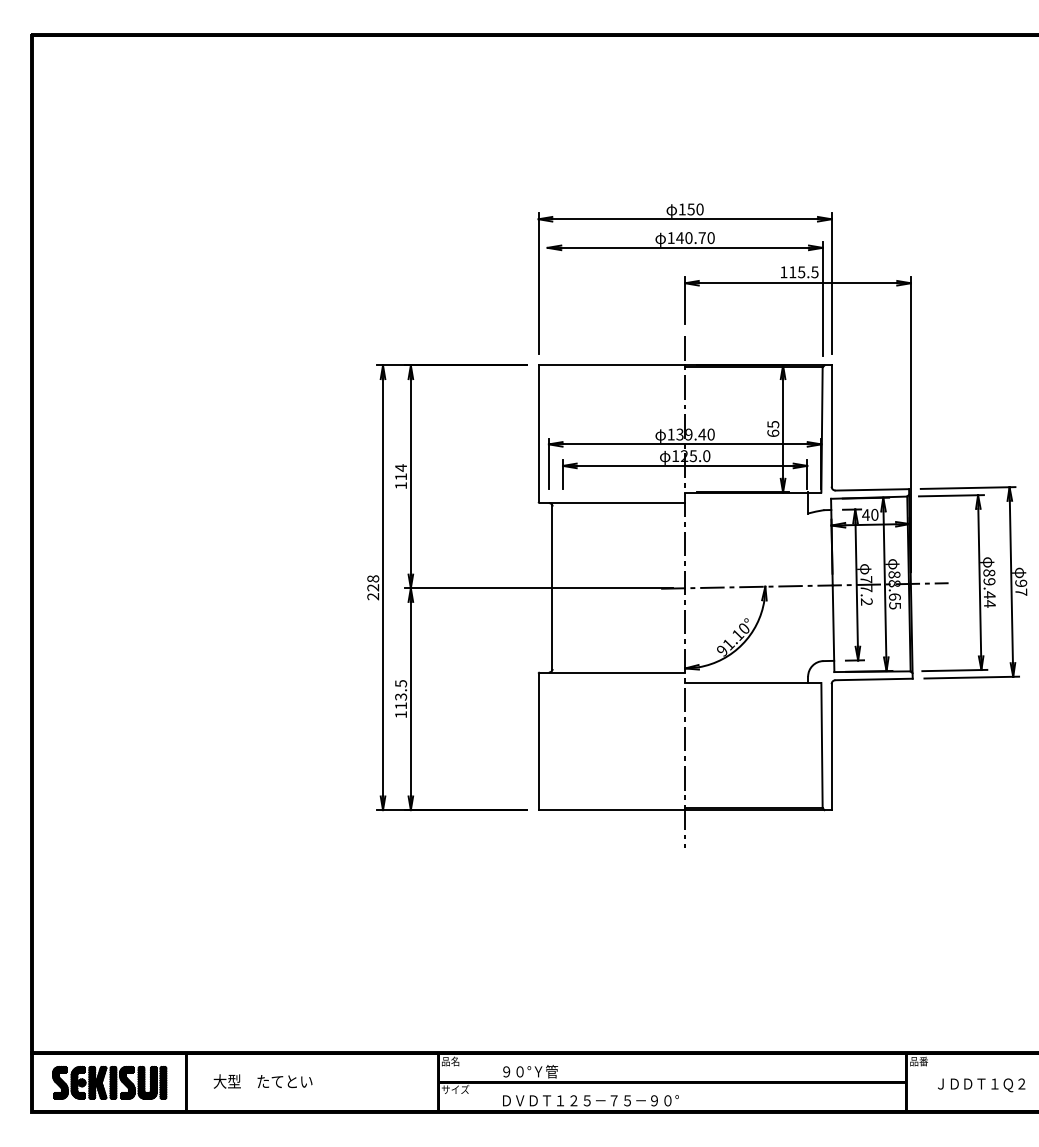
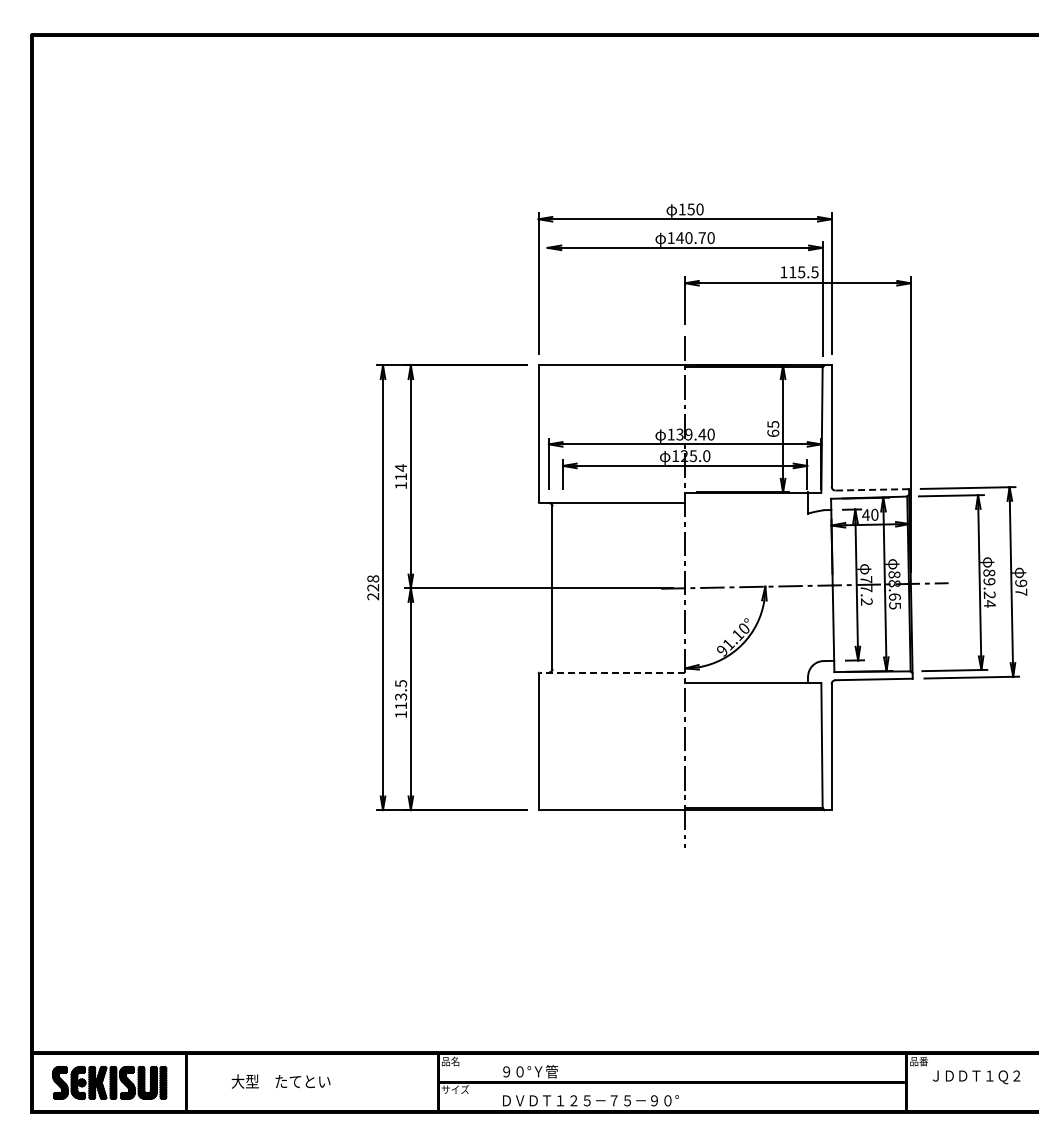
line at (872, 489): solid -> dashed
text at (989, 595): 89.44 -> 89.24
line at (612, 672): solid -> dashed
text at (262, 1081) position: (262, 1081) -> (280, 1081)
text at (981, 1085) position: (981, 1085) -> (976, 1077)
